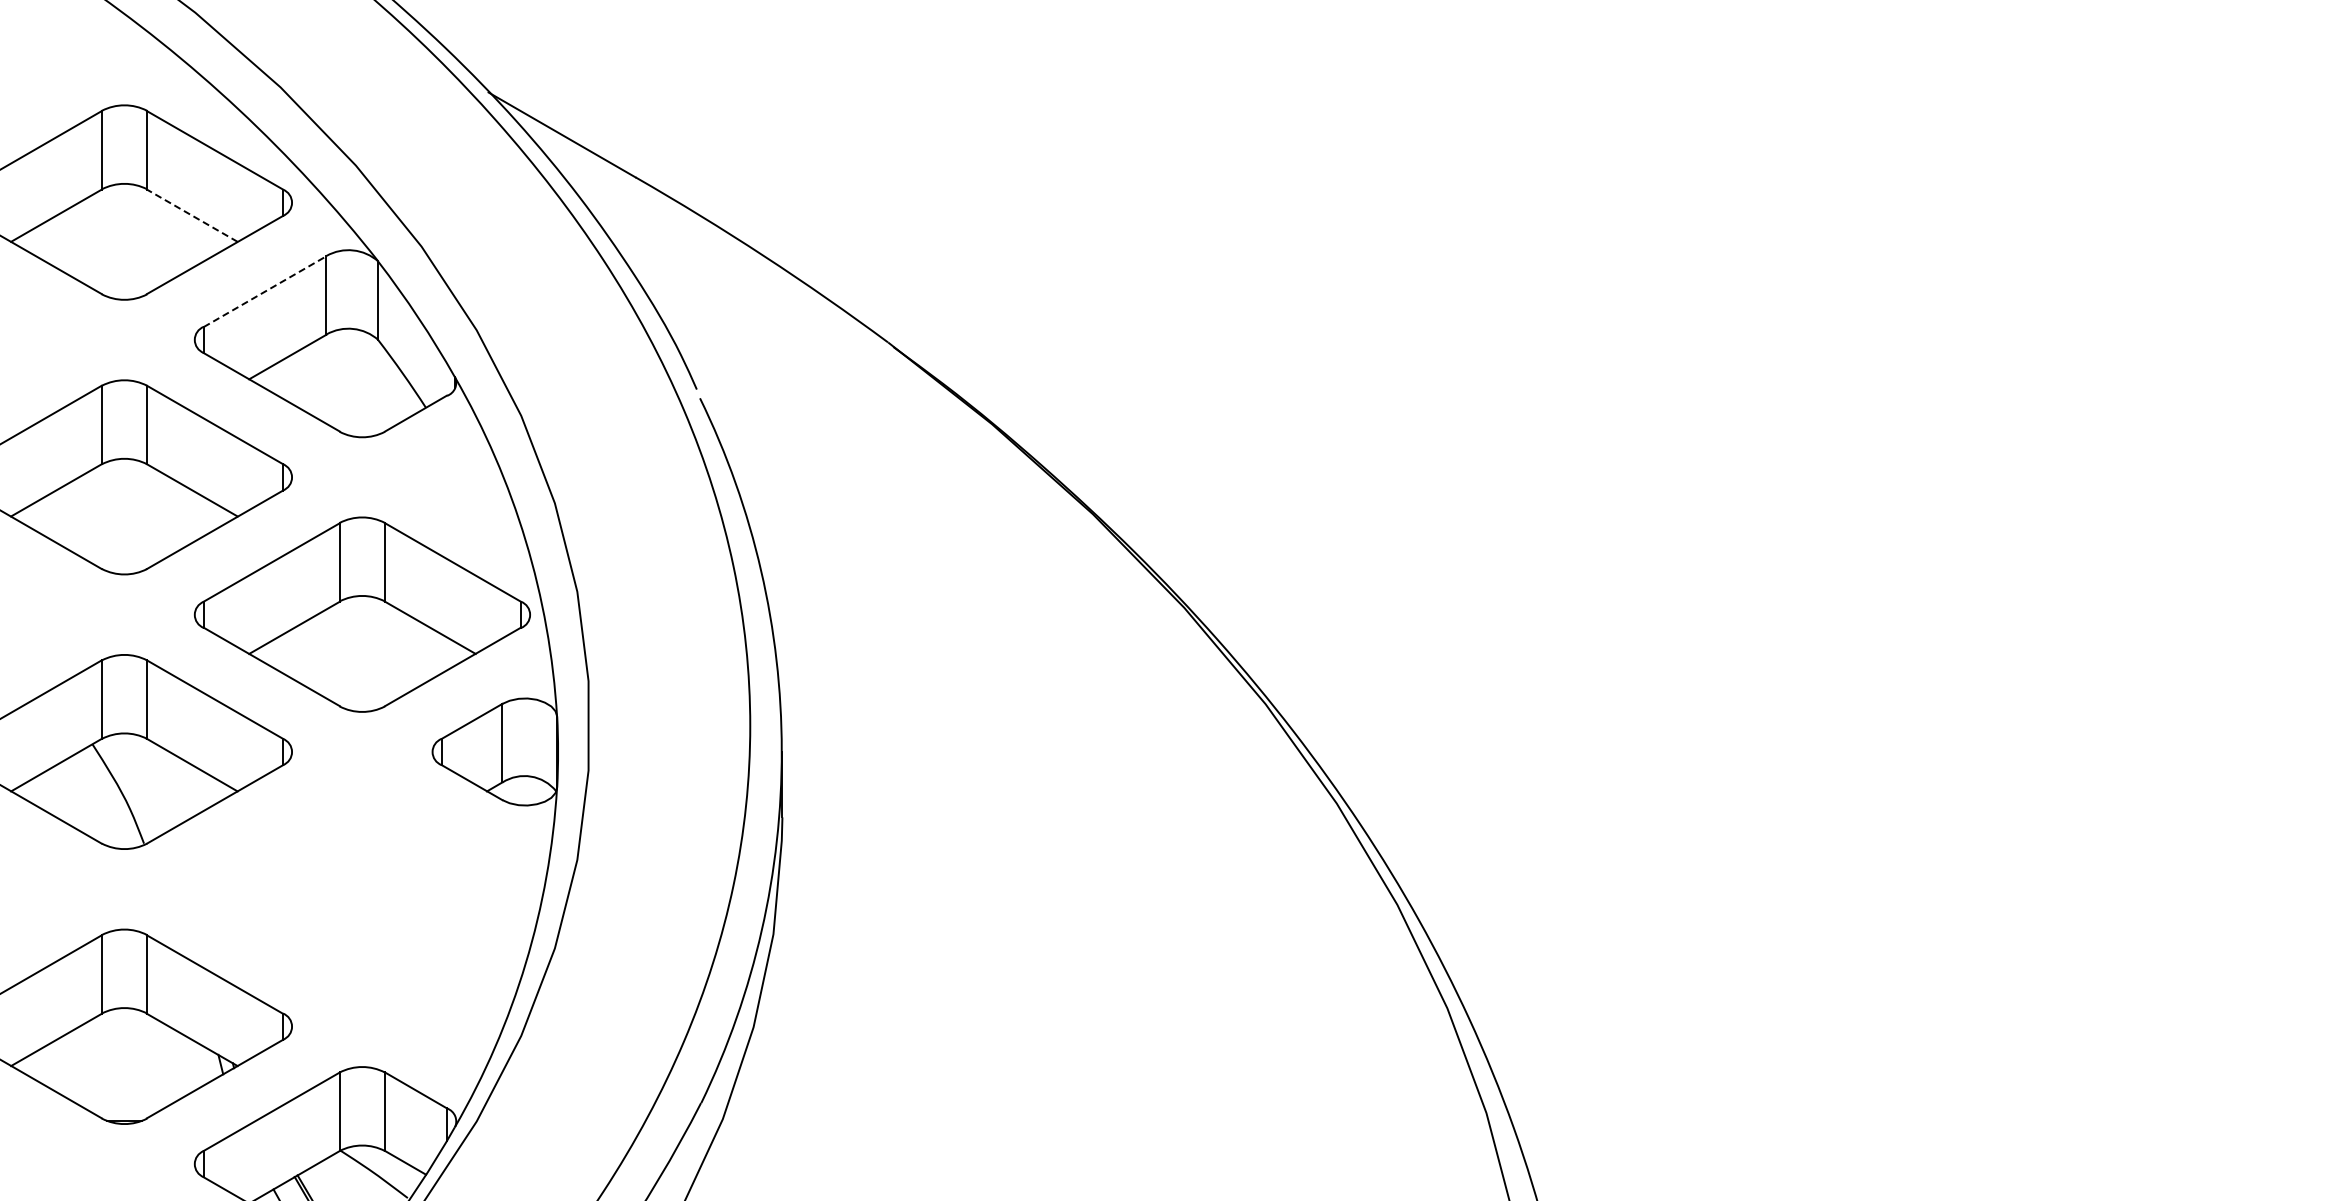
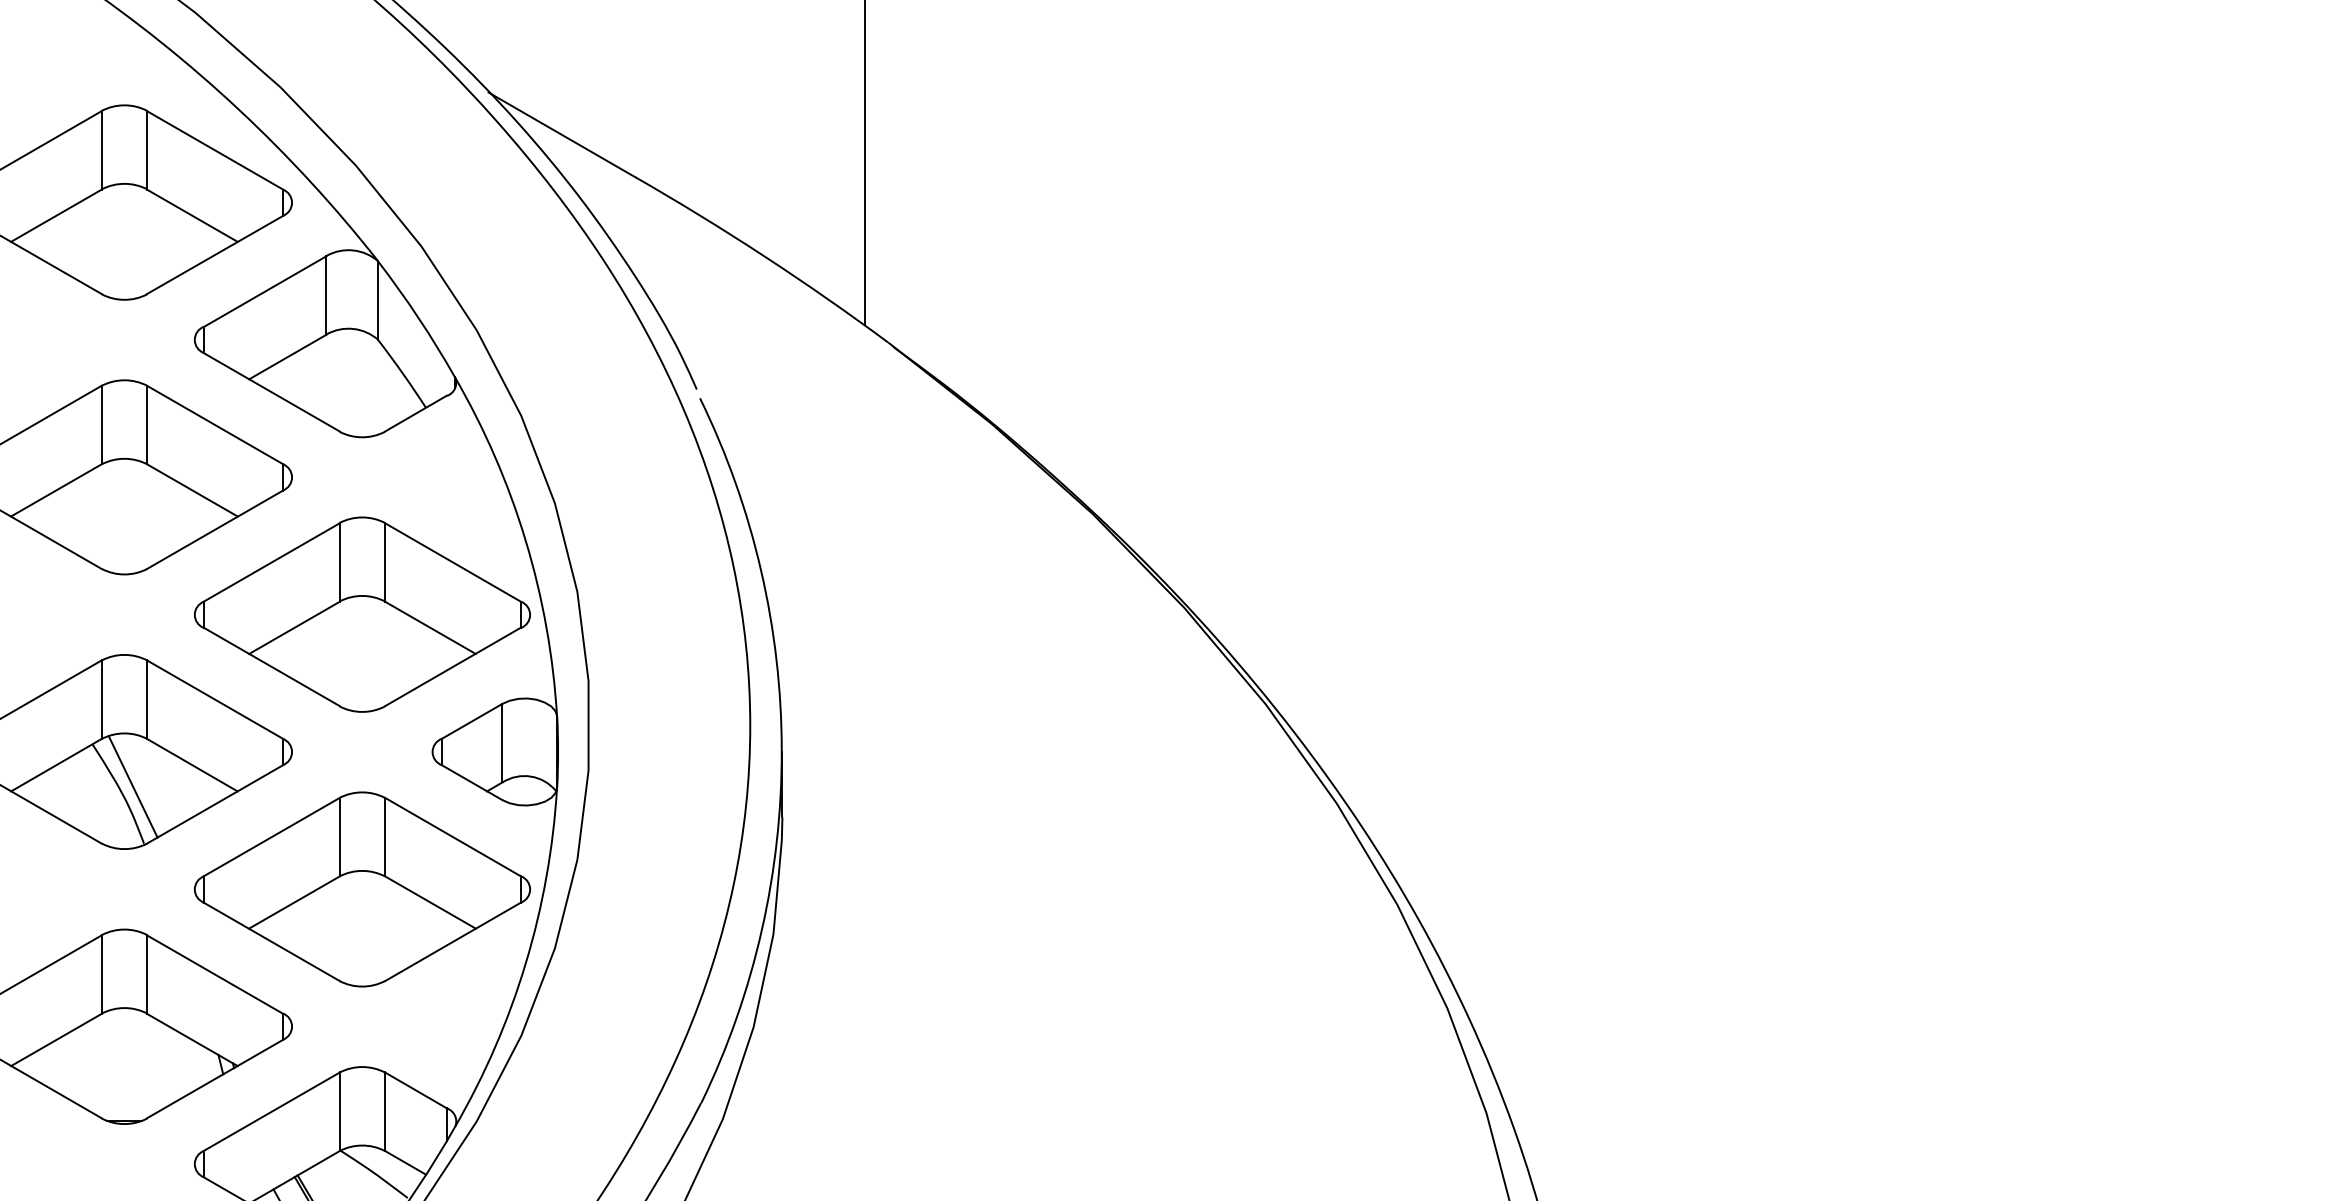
line at (865, 163): none -> present
line at (191, 215): dashed -> solid
line at (265, 291): dashed -> solid
line at (132, 786): none -> present
part at (361, 889): none -> present
